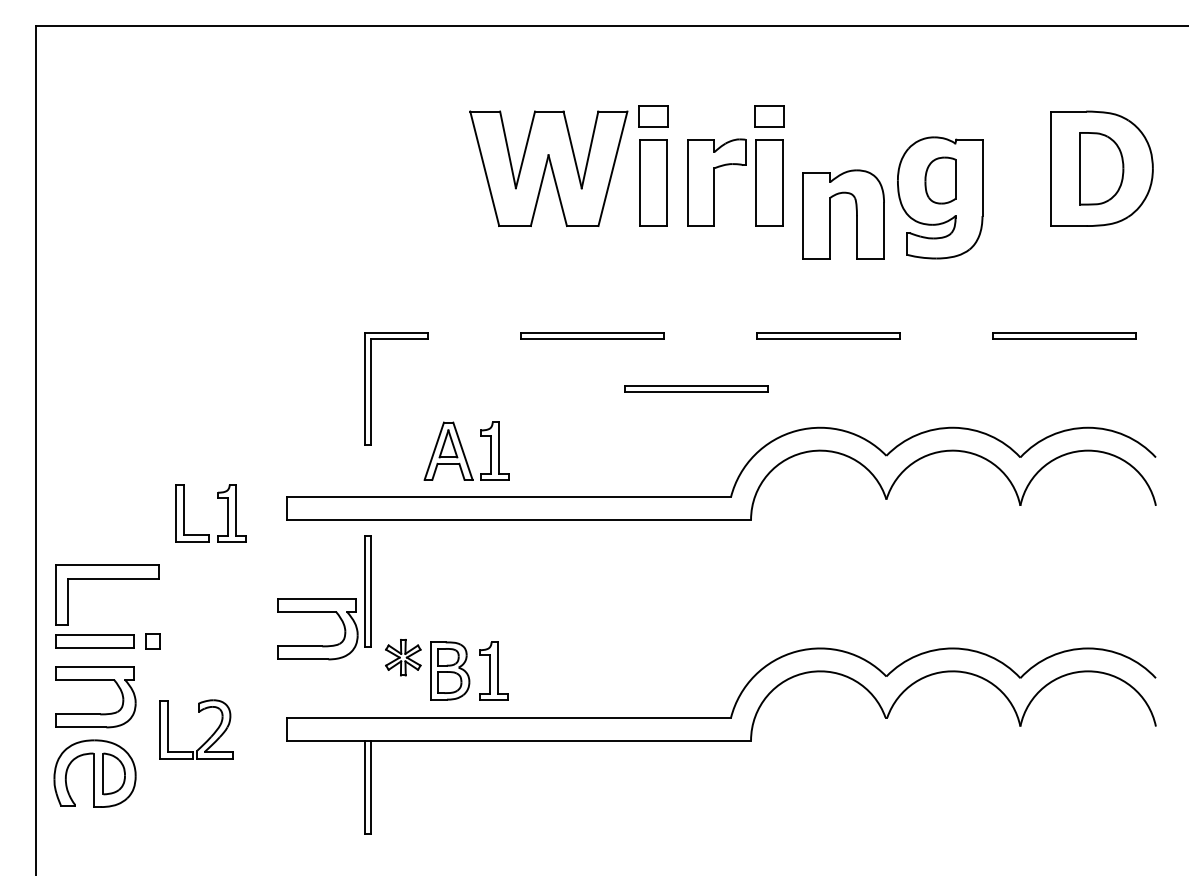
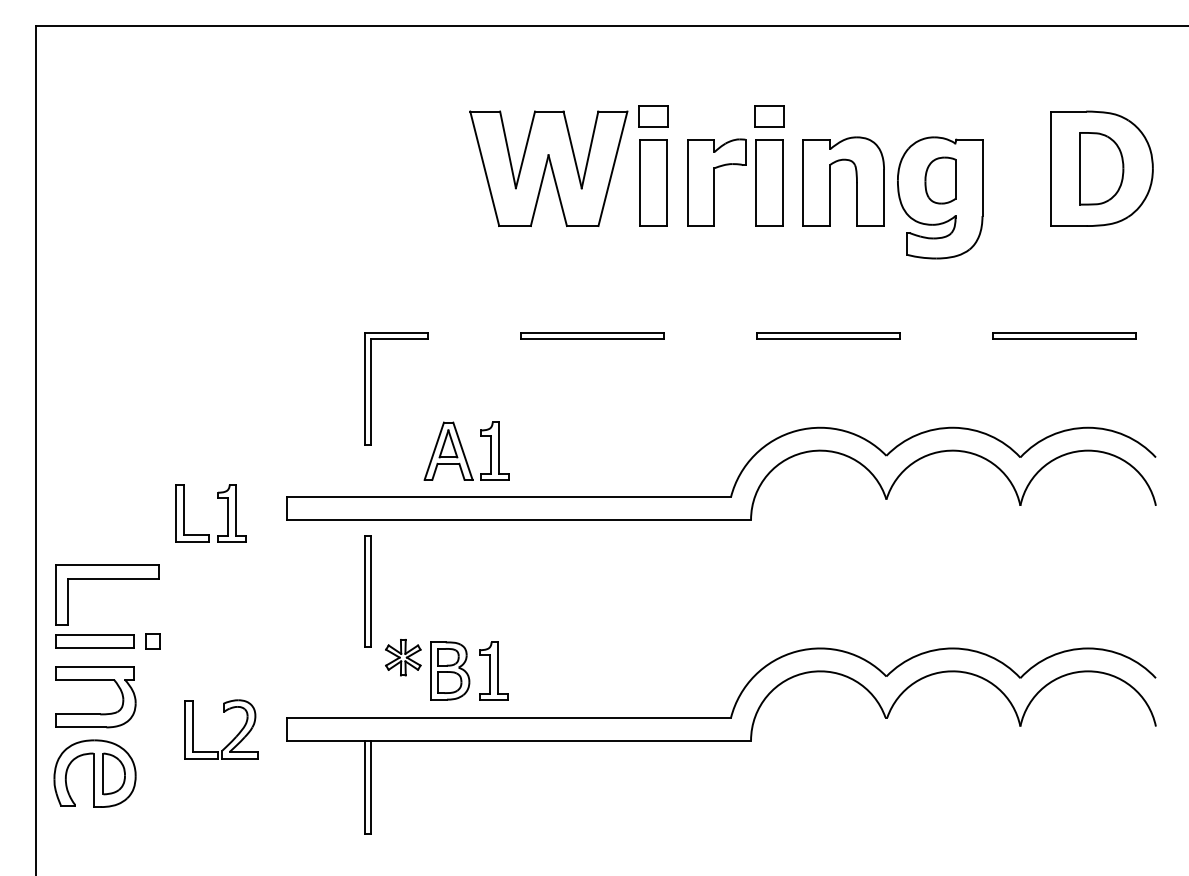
part at (855, 209) position: (855, 209) -> (855, 176)
part at (696, 388): present -> none
part at (317, 645): present -> none
part at (207, 739) position: (207, 739) -> (232, 739)
